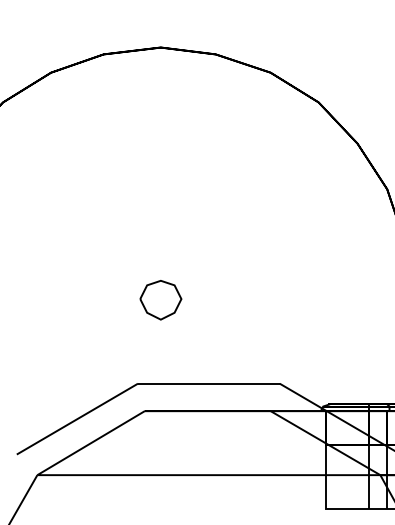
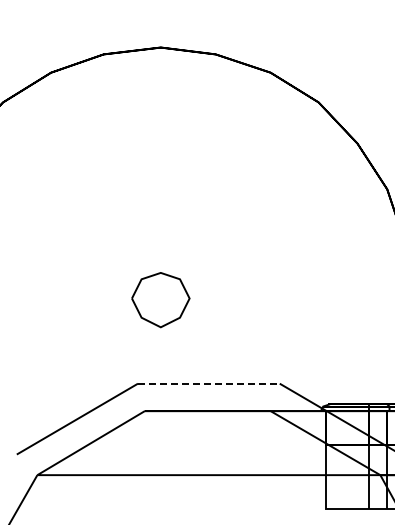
part at (160, 300) size: 44x41 px -> 60x57 px
line at (208, 383): solid -> dashed
